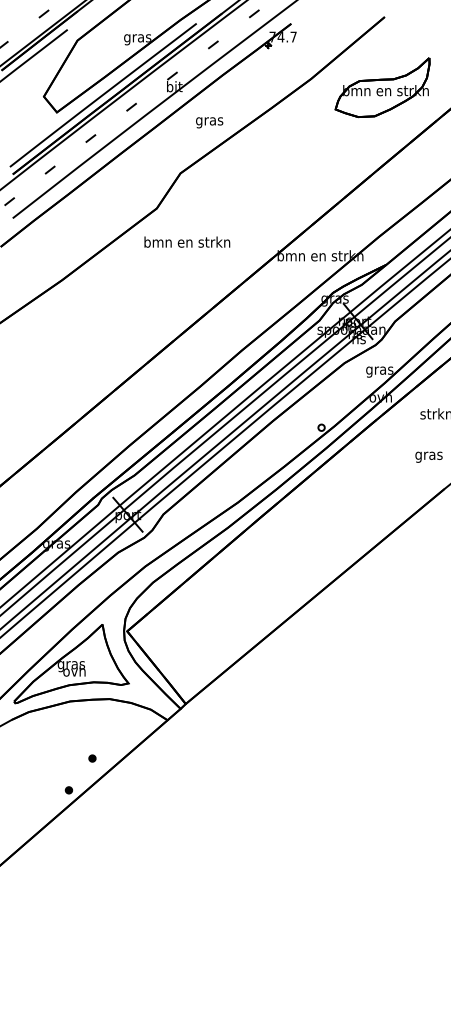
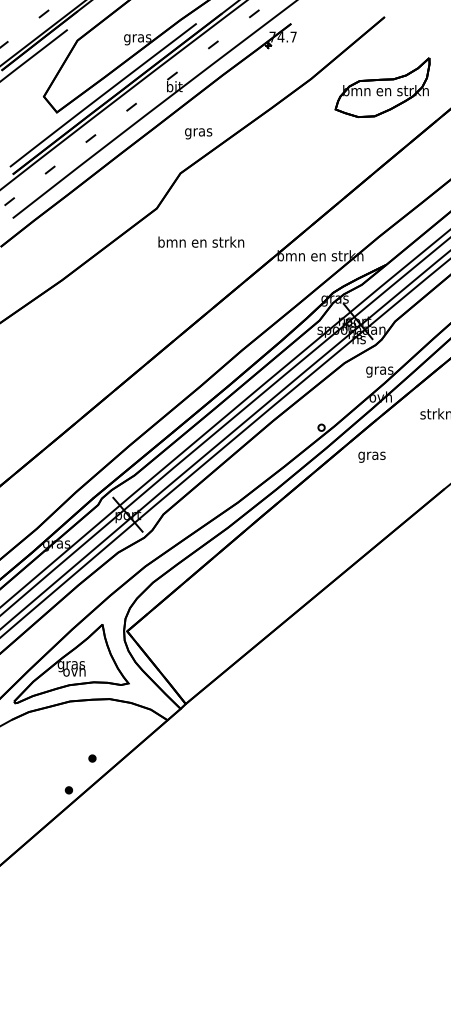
text at (209, 122) position: (209, 122) -> (198, 133)
text at (187, 241) position: (187, 241) -> (201, 241)
text at (428, 456) position: (428, 456) -> (371, 456)
